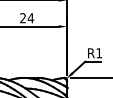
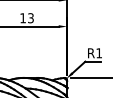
text at (27, 18): 24 -> 13
